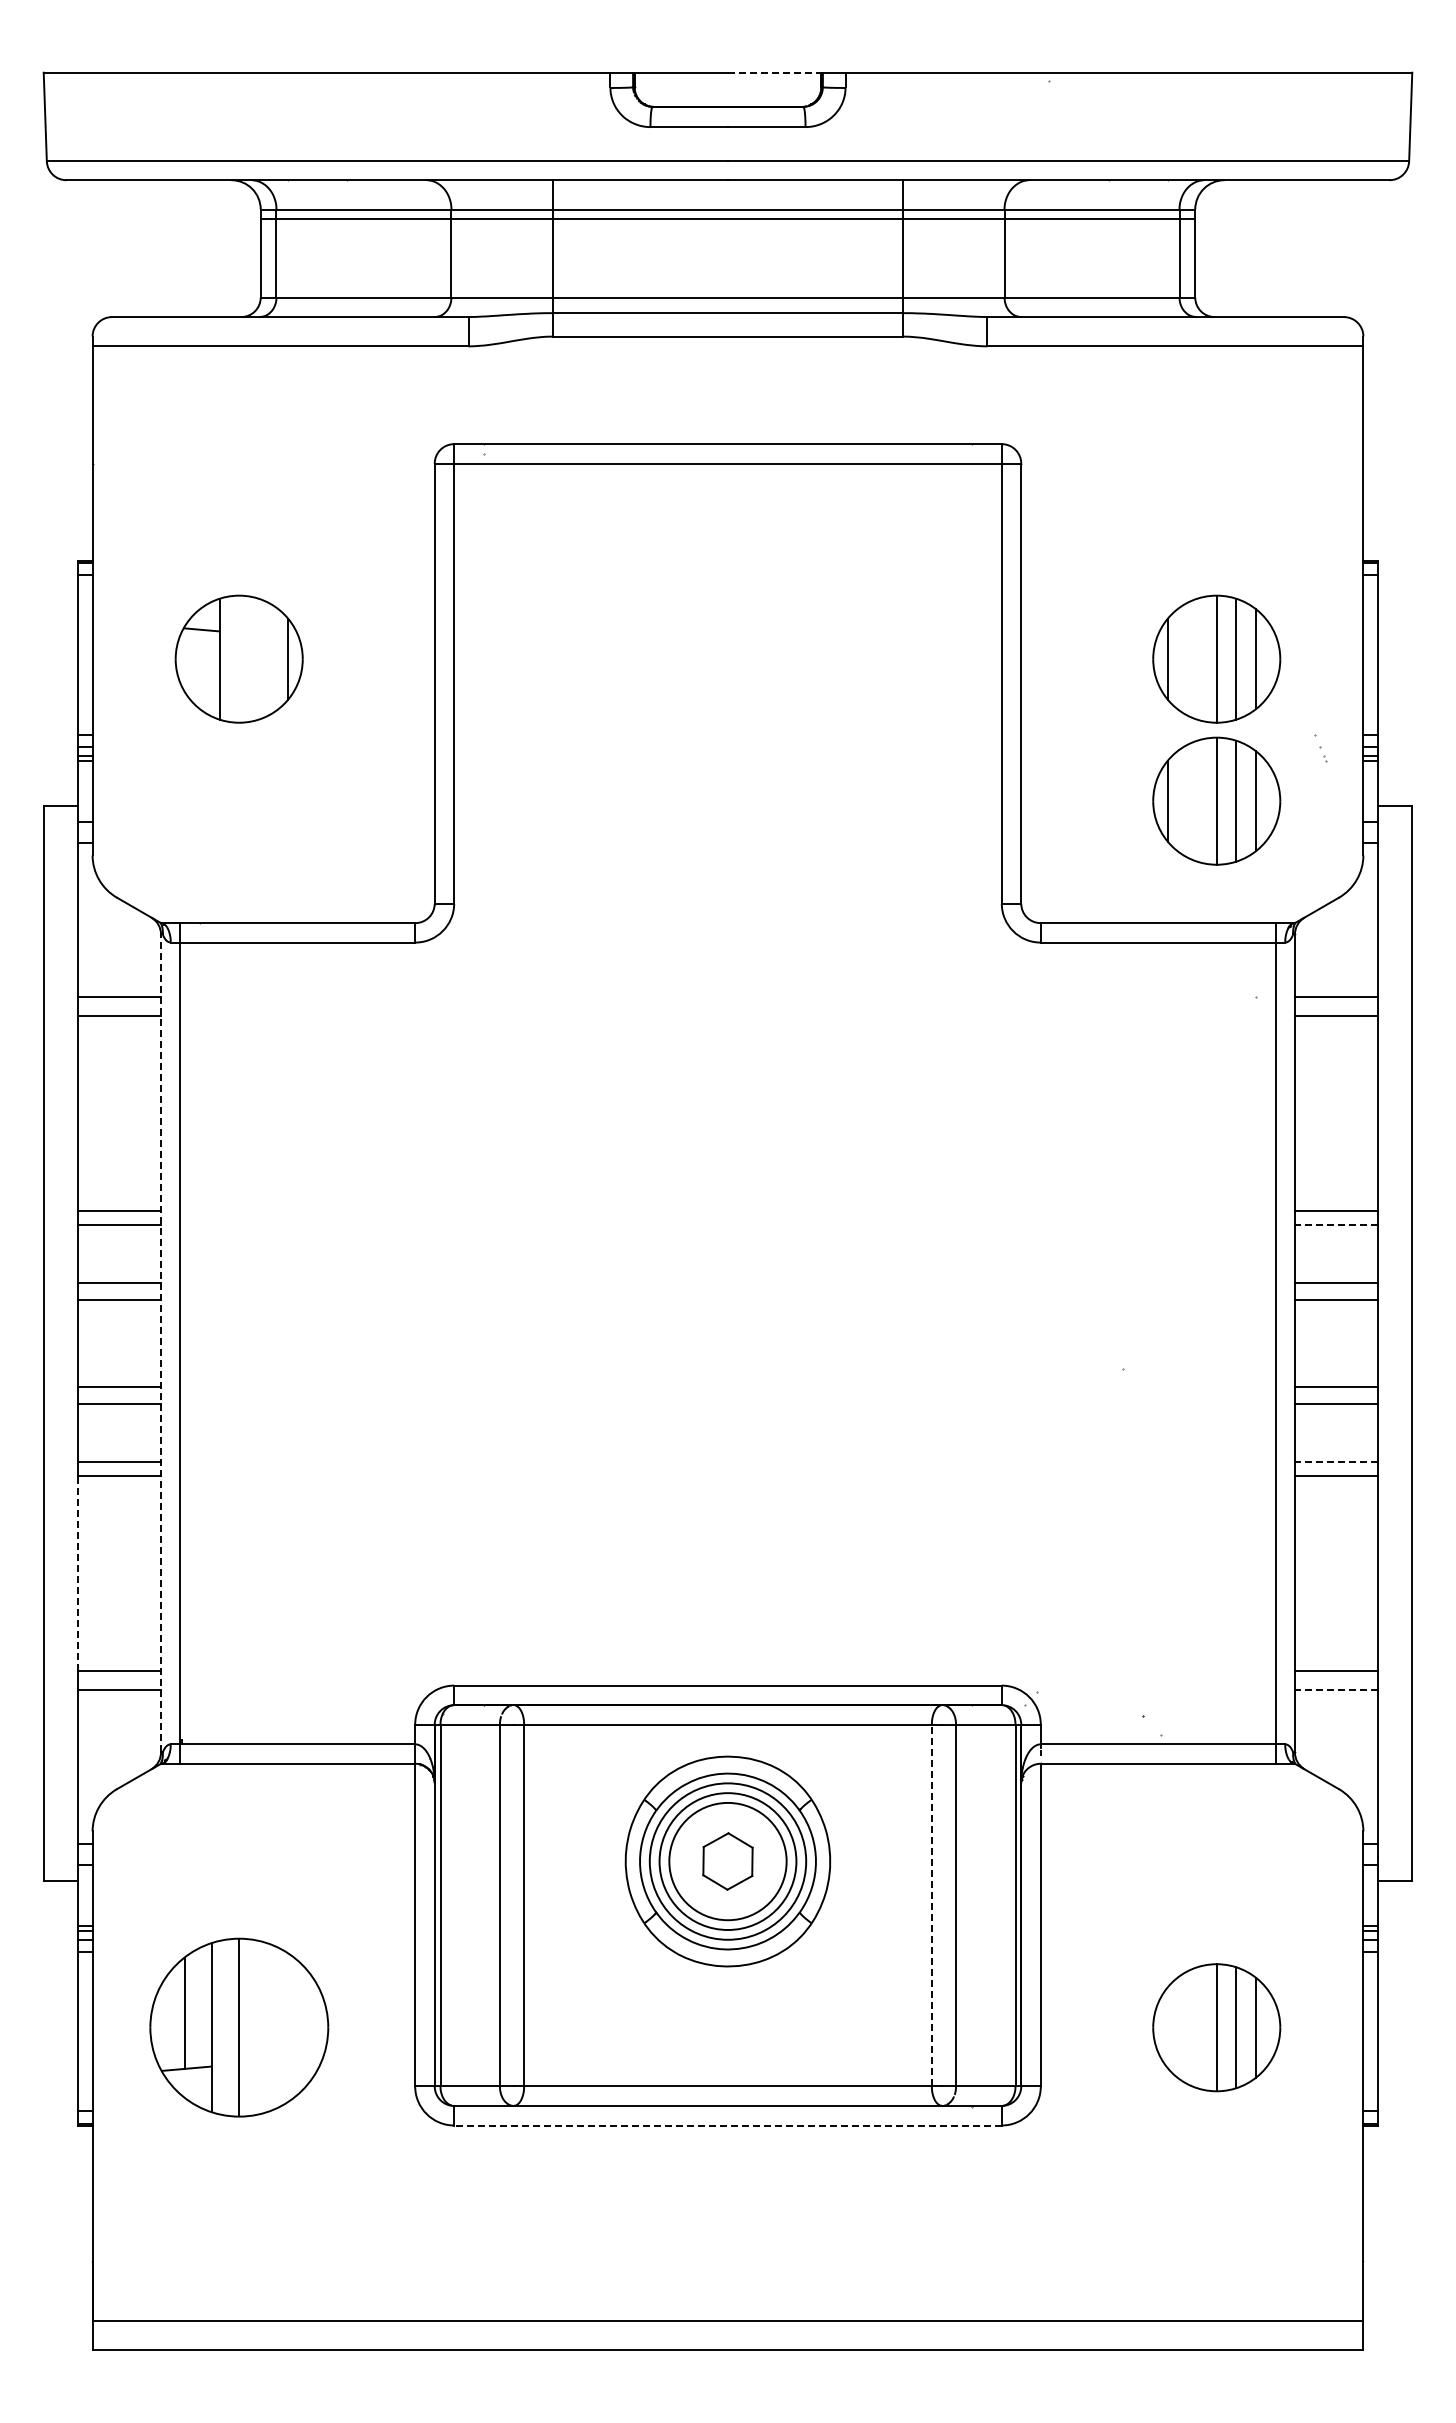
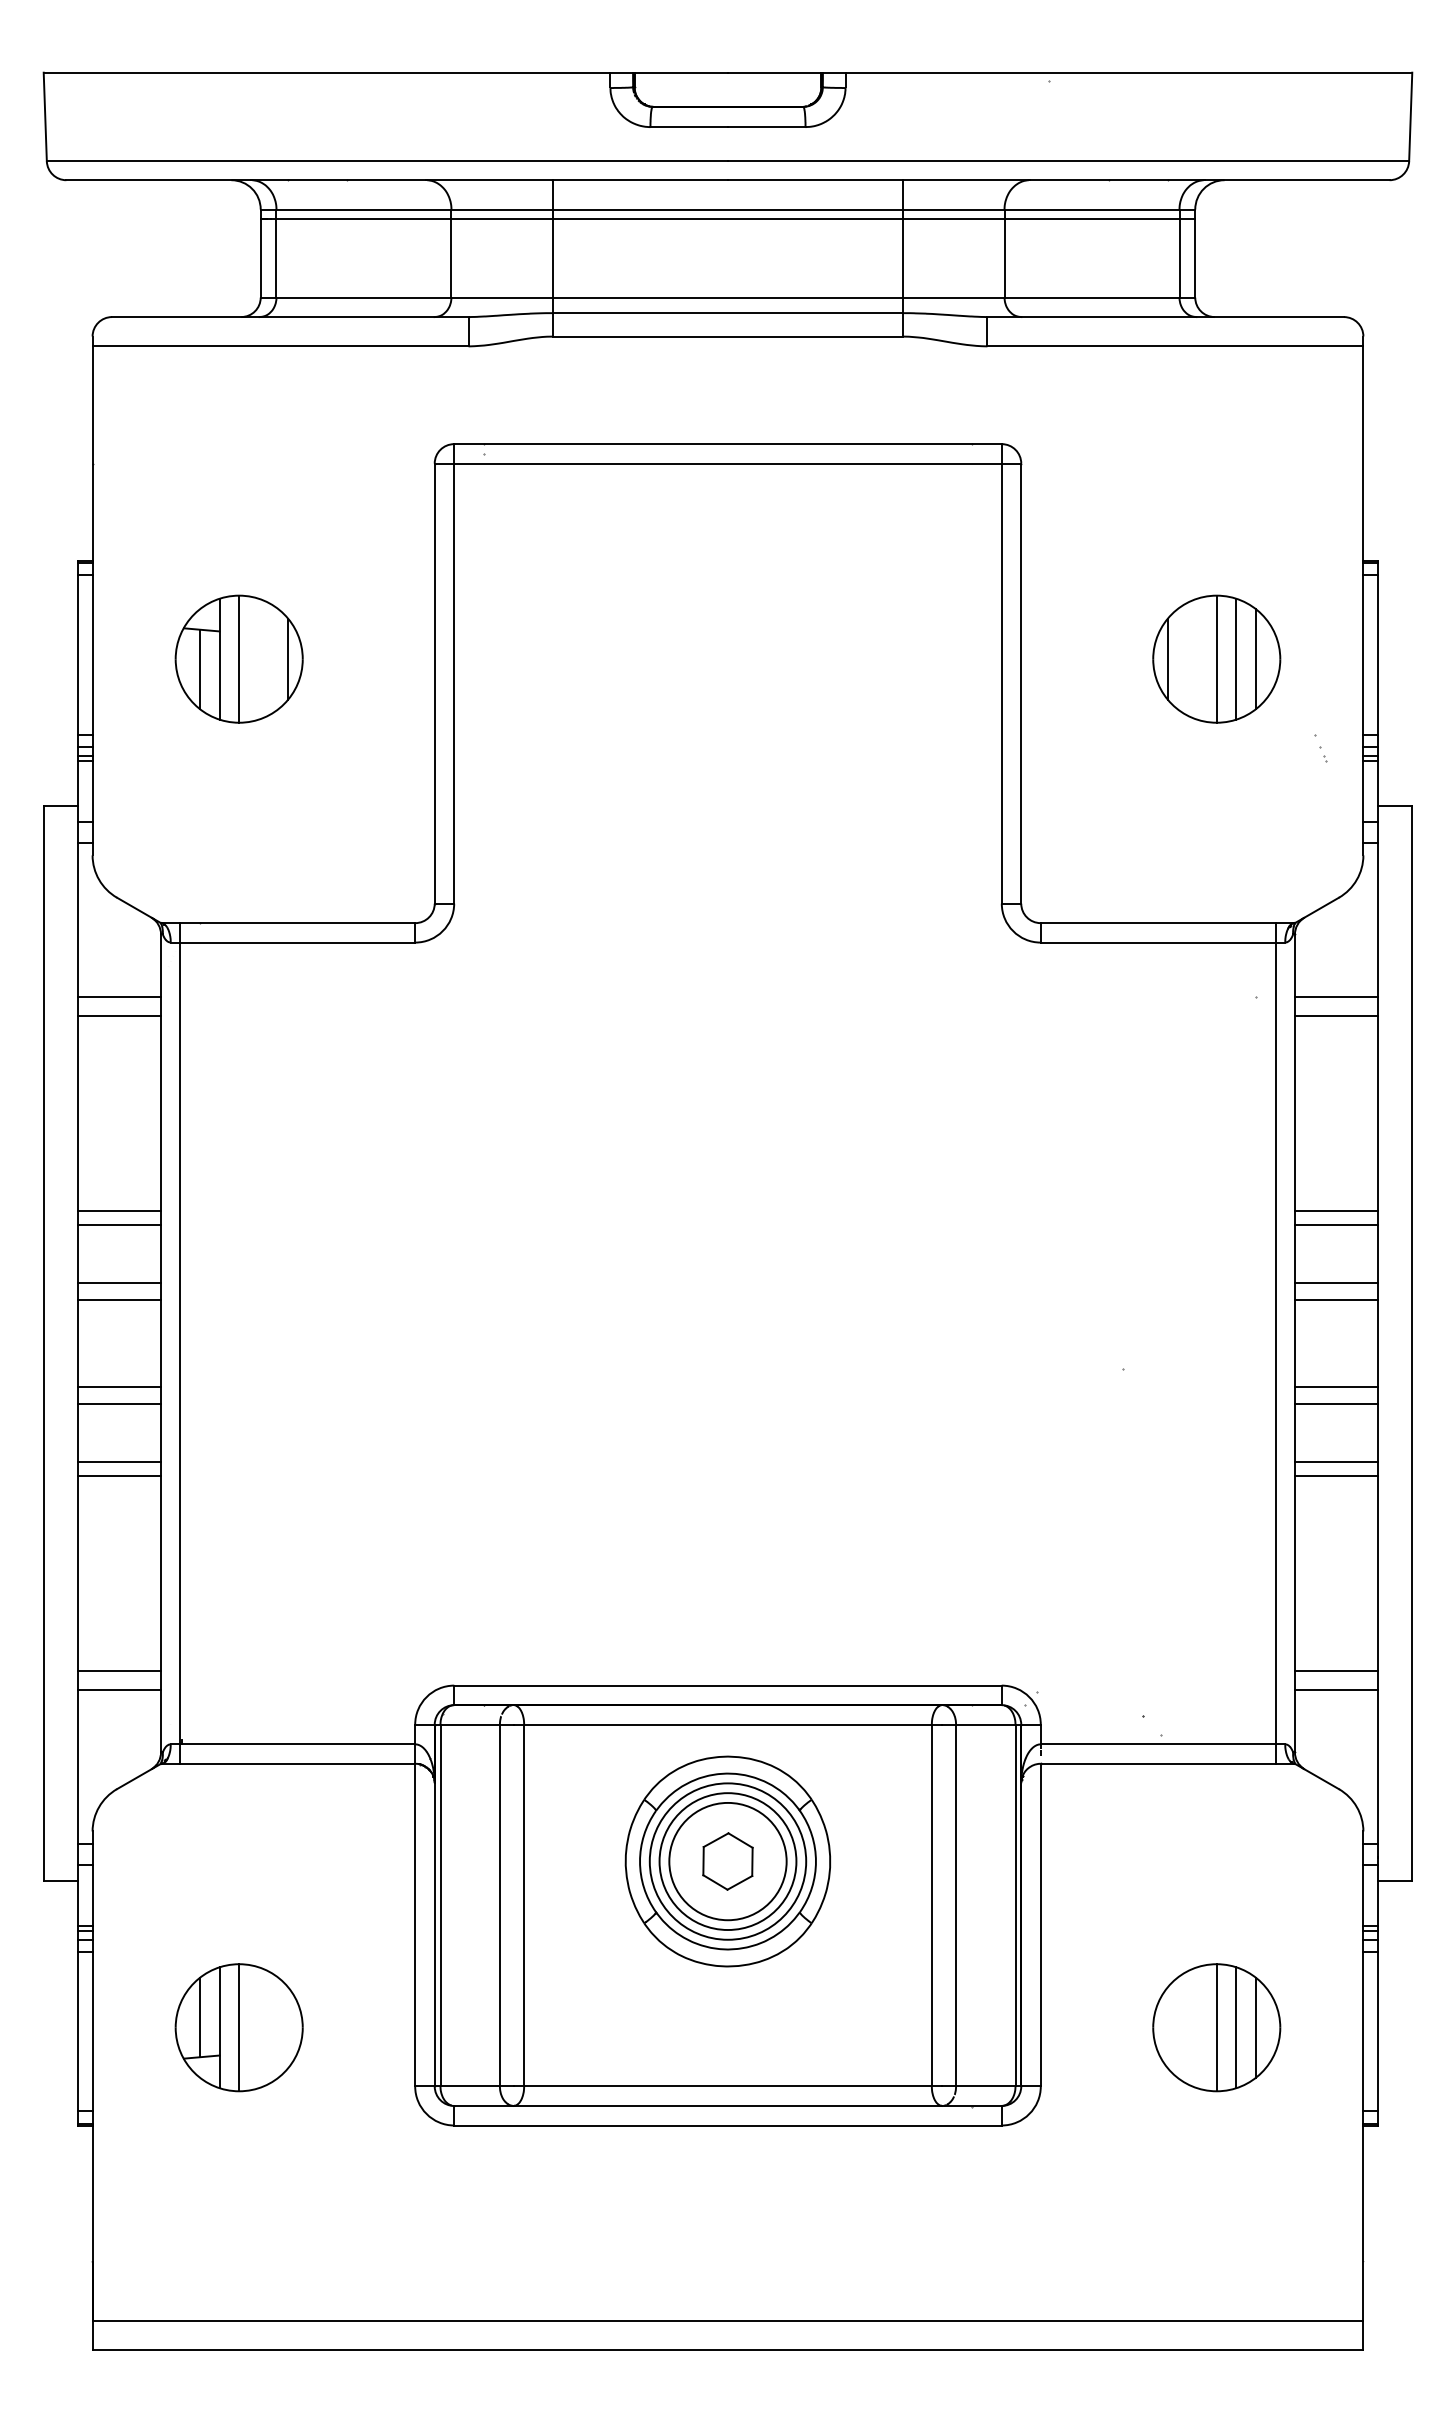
line at (774, 72): dashed -> solid
line at (239, 658): none -> present
line at (200, 669): none -> present
part at (1216, 800): present -> none
line at (1336, 1224): dashed -> solid
line at (161, 1342): dashed -> solid
line at (1336, 1461): dashed -> solid
line at (77, 1573): dashed -> solid
line at (1336, 1690): dashed -> solid
line at (931, 1905): dashed -> solid
part at (239, 2027) size: 181x181 px -> 130x130 px
line at (727, 2125): dashed -> solid
